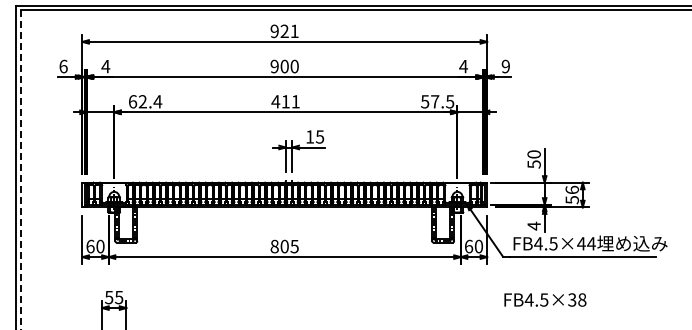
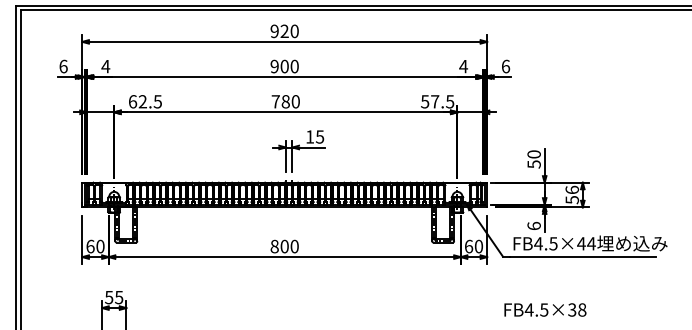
text at (294, 31): 921 -> 920
text at (505, 66): 9 -> 6
text at (157, 101): 62.4 -> 62.5
text at (285, 101): 411 -> 780
line at (20, 170): dashed -> solid
text at (533, 225): 4 -> 6
text at (294, 246): 805 -> 800
text at (545, 299) position: (545, 299) -> (545, 309)
